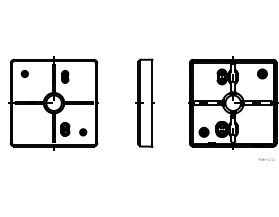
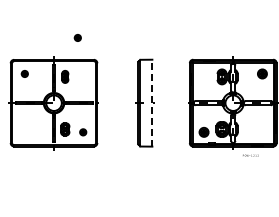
part at (77, 37): none -> present
line at (152, 102): solid -> dashed
text at (266, 159) position: (266, 159) -> (250, 155)
